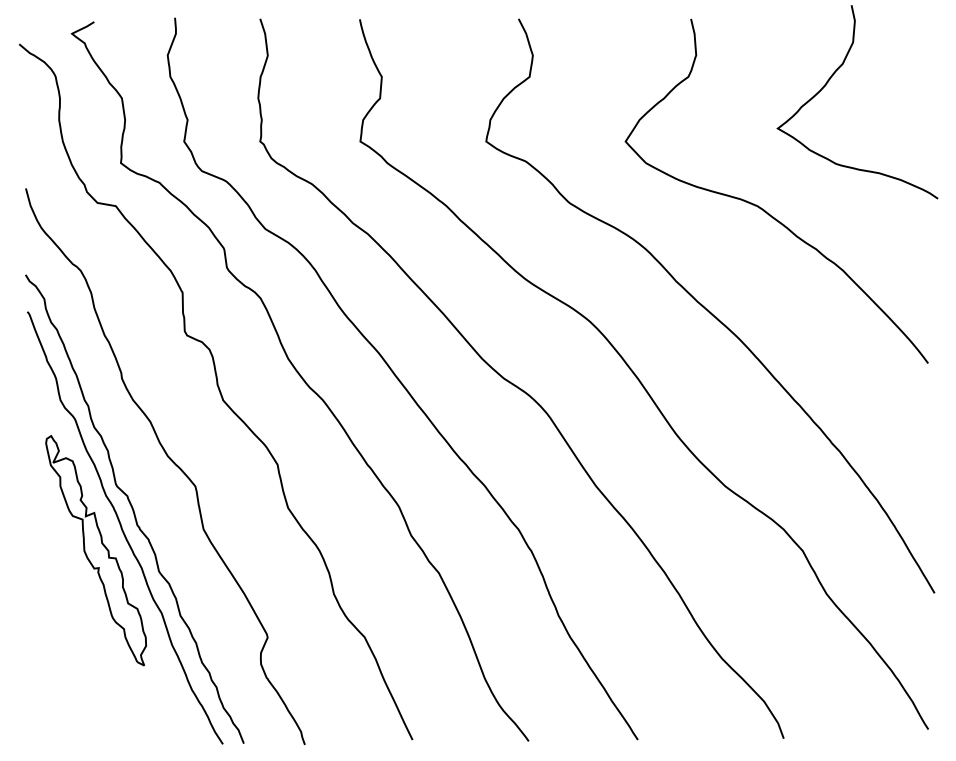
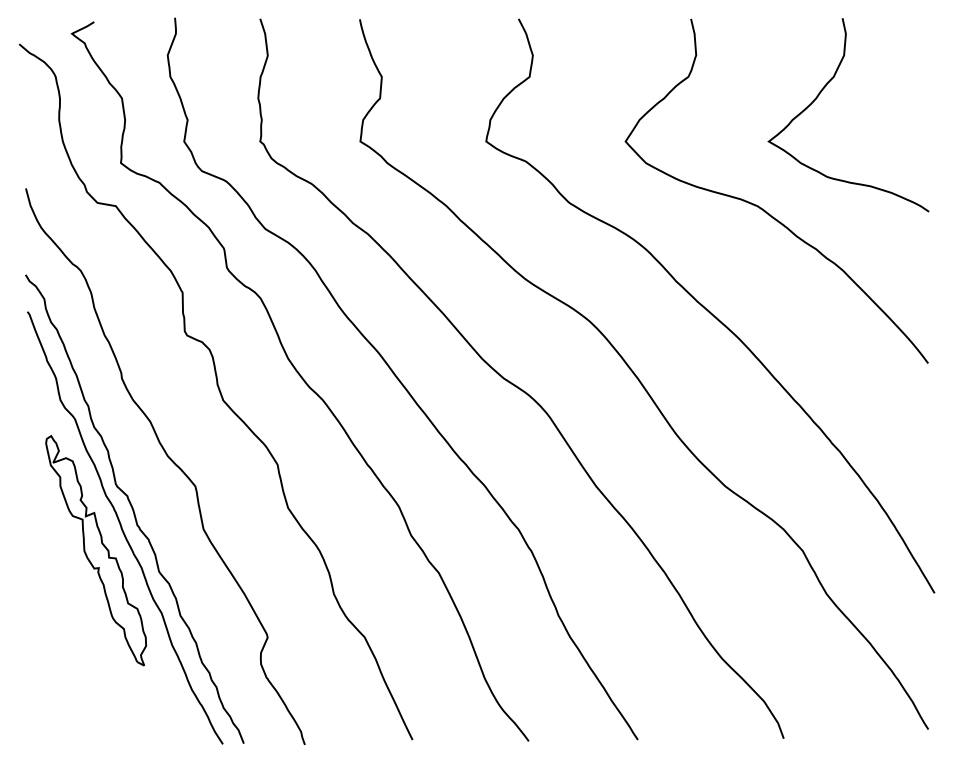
curve at (828, 82) position: (828, 82) -> (819, 95)
